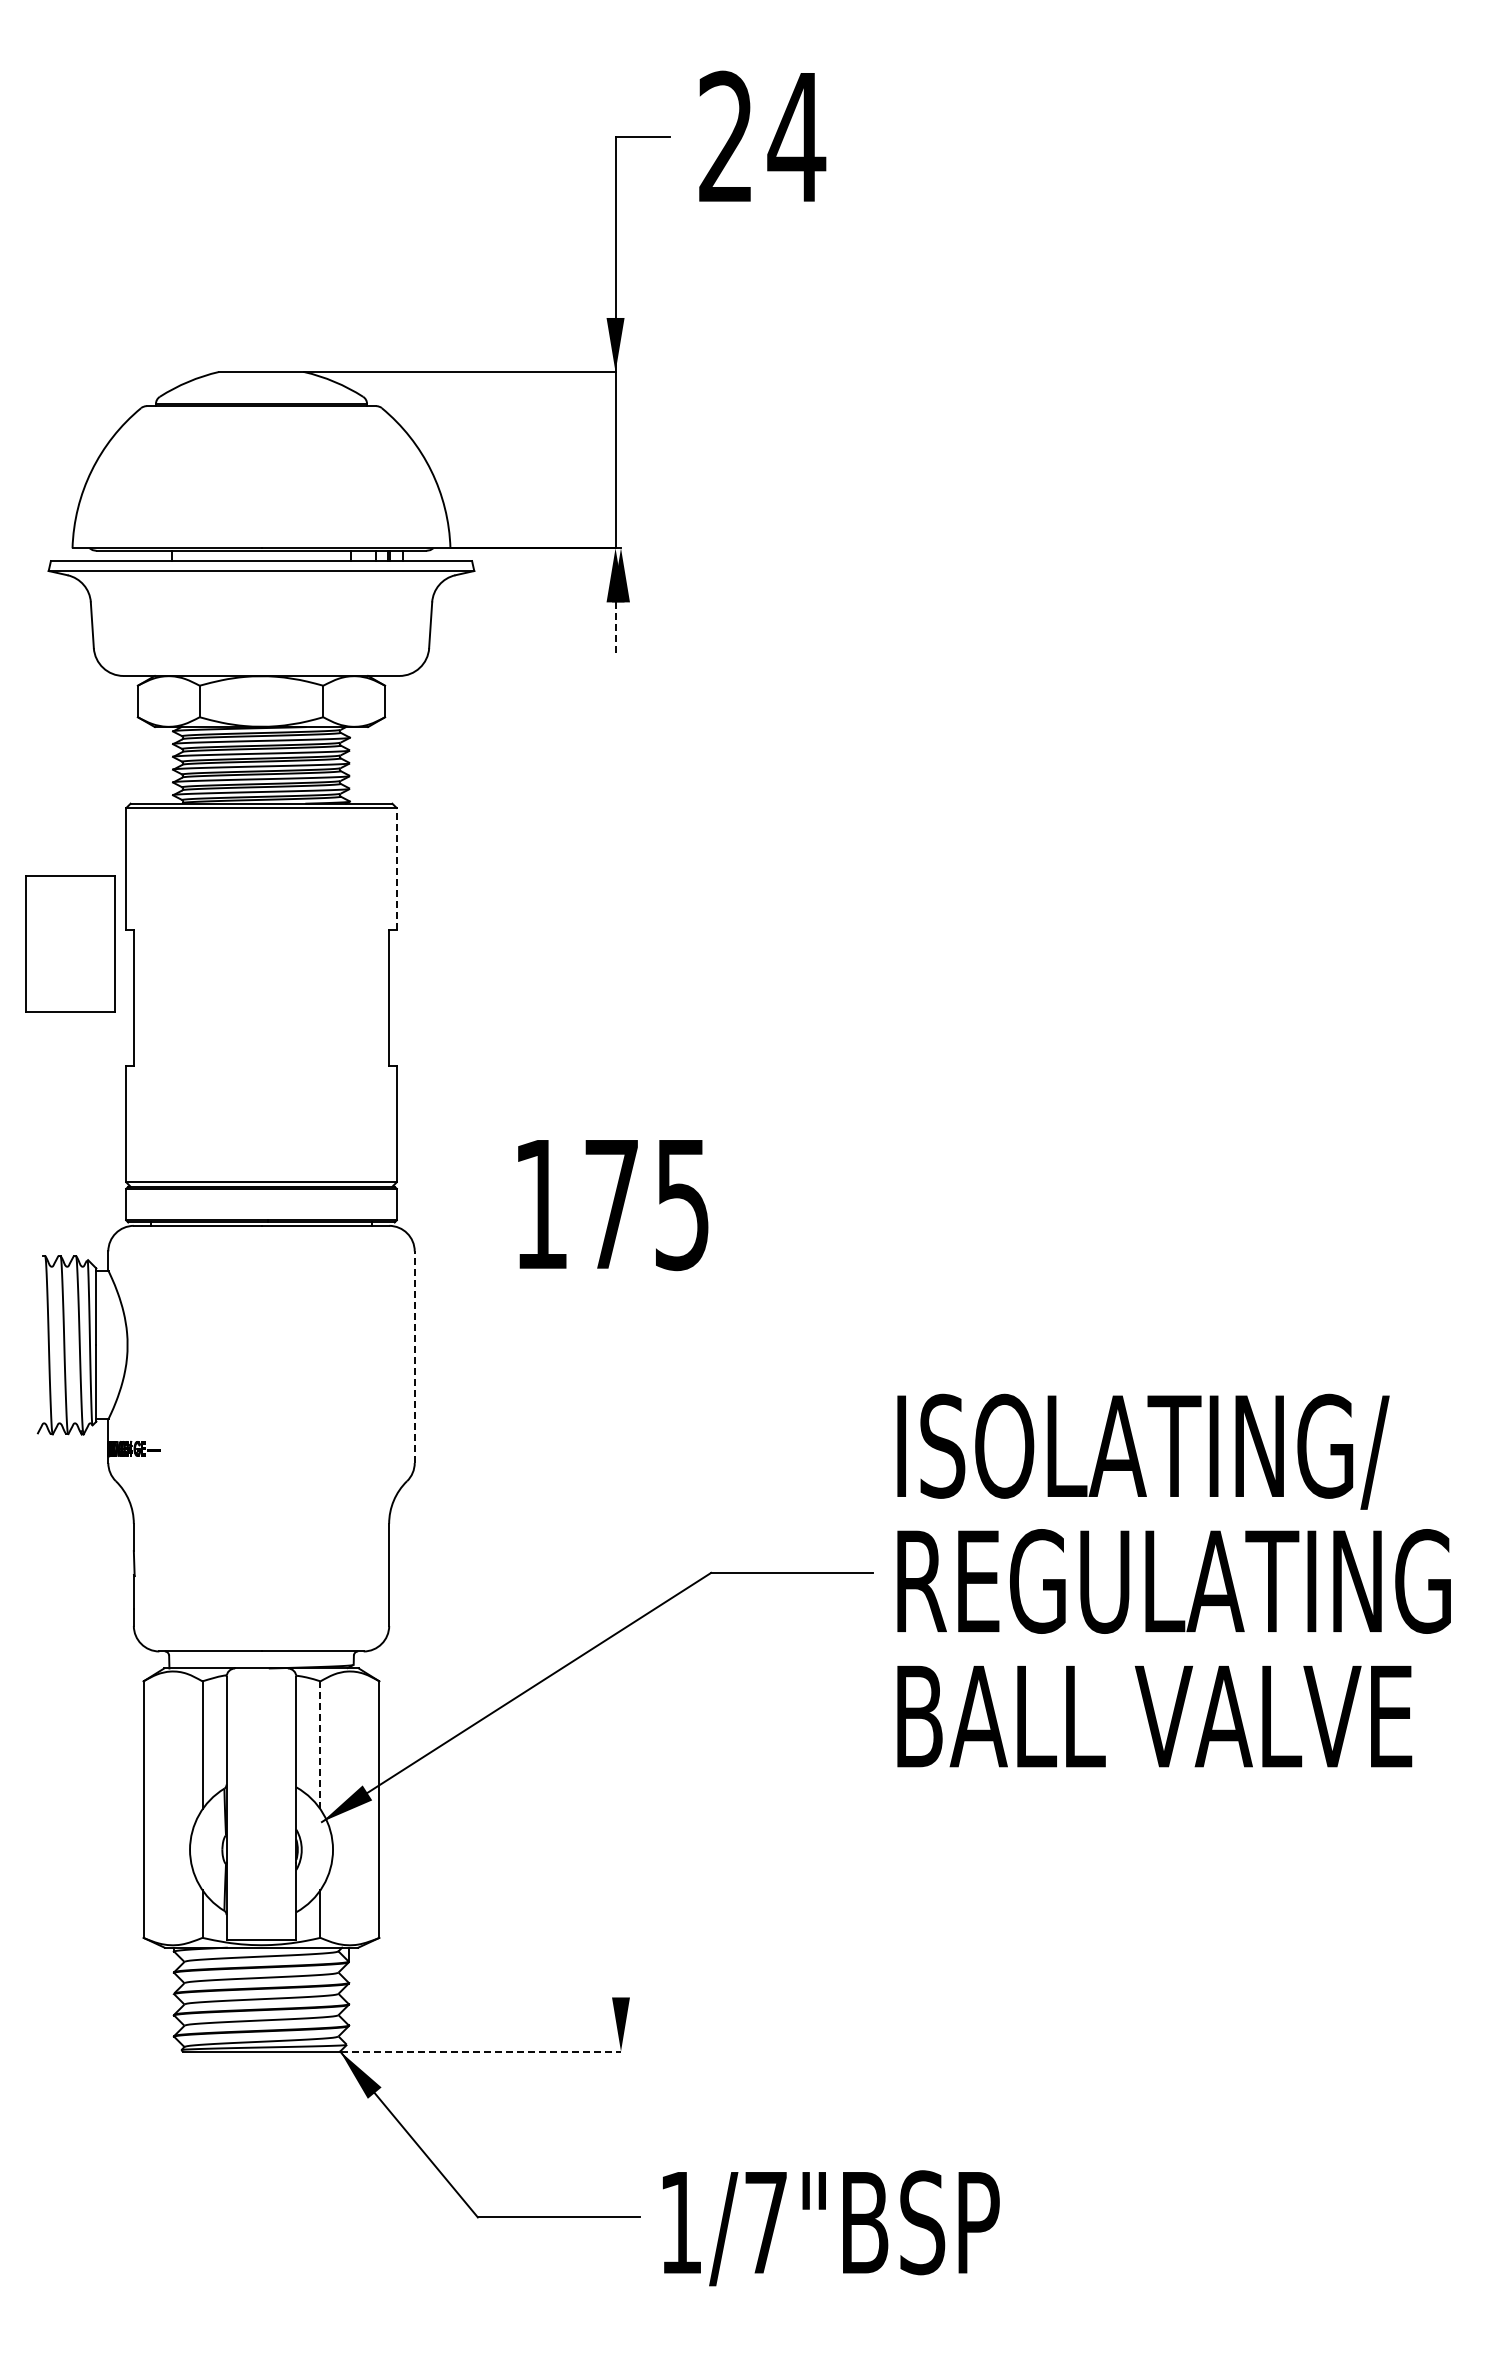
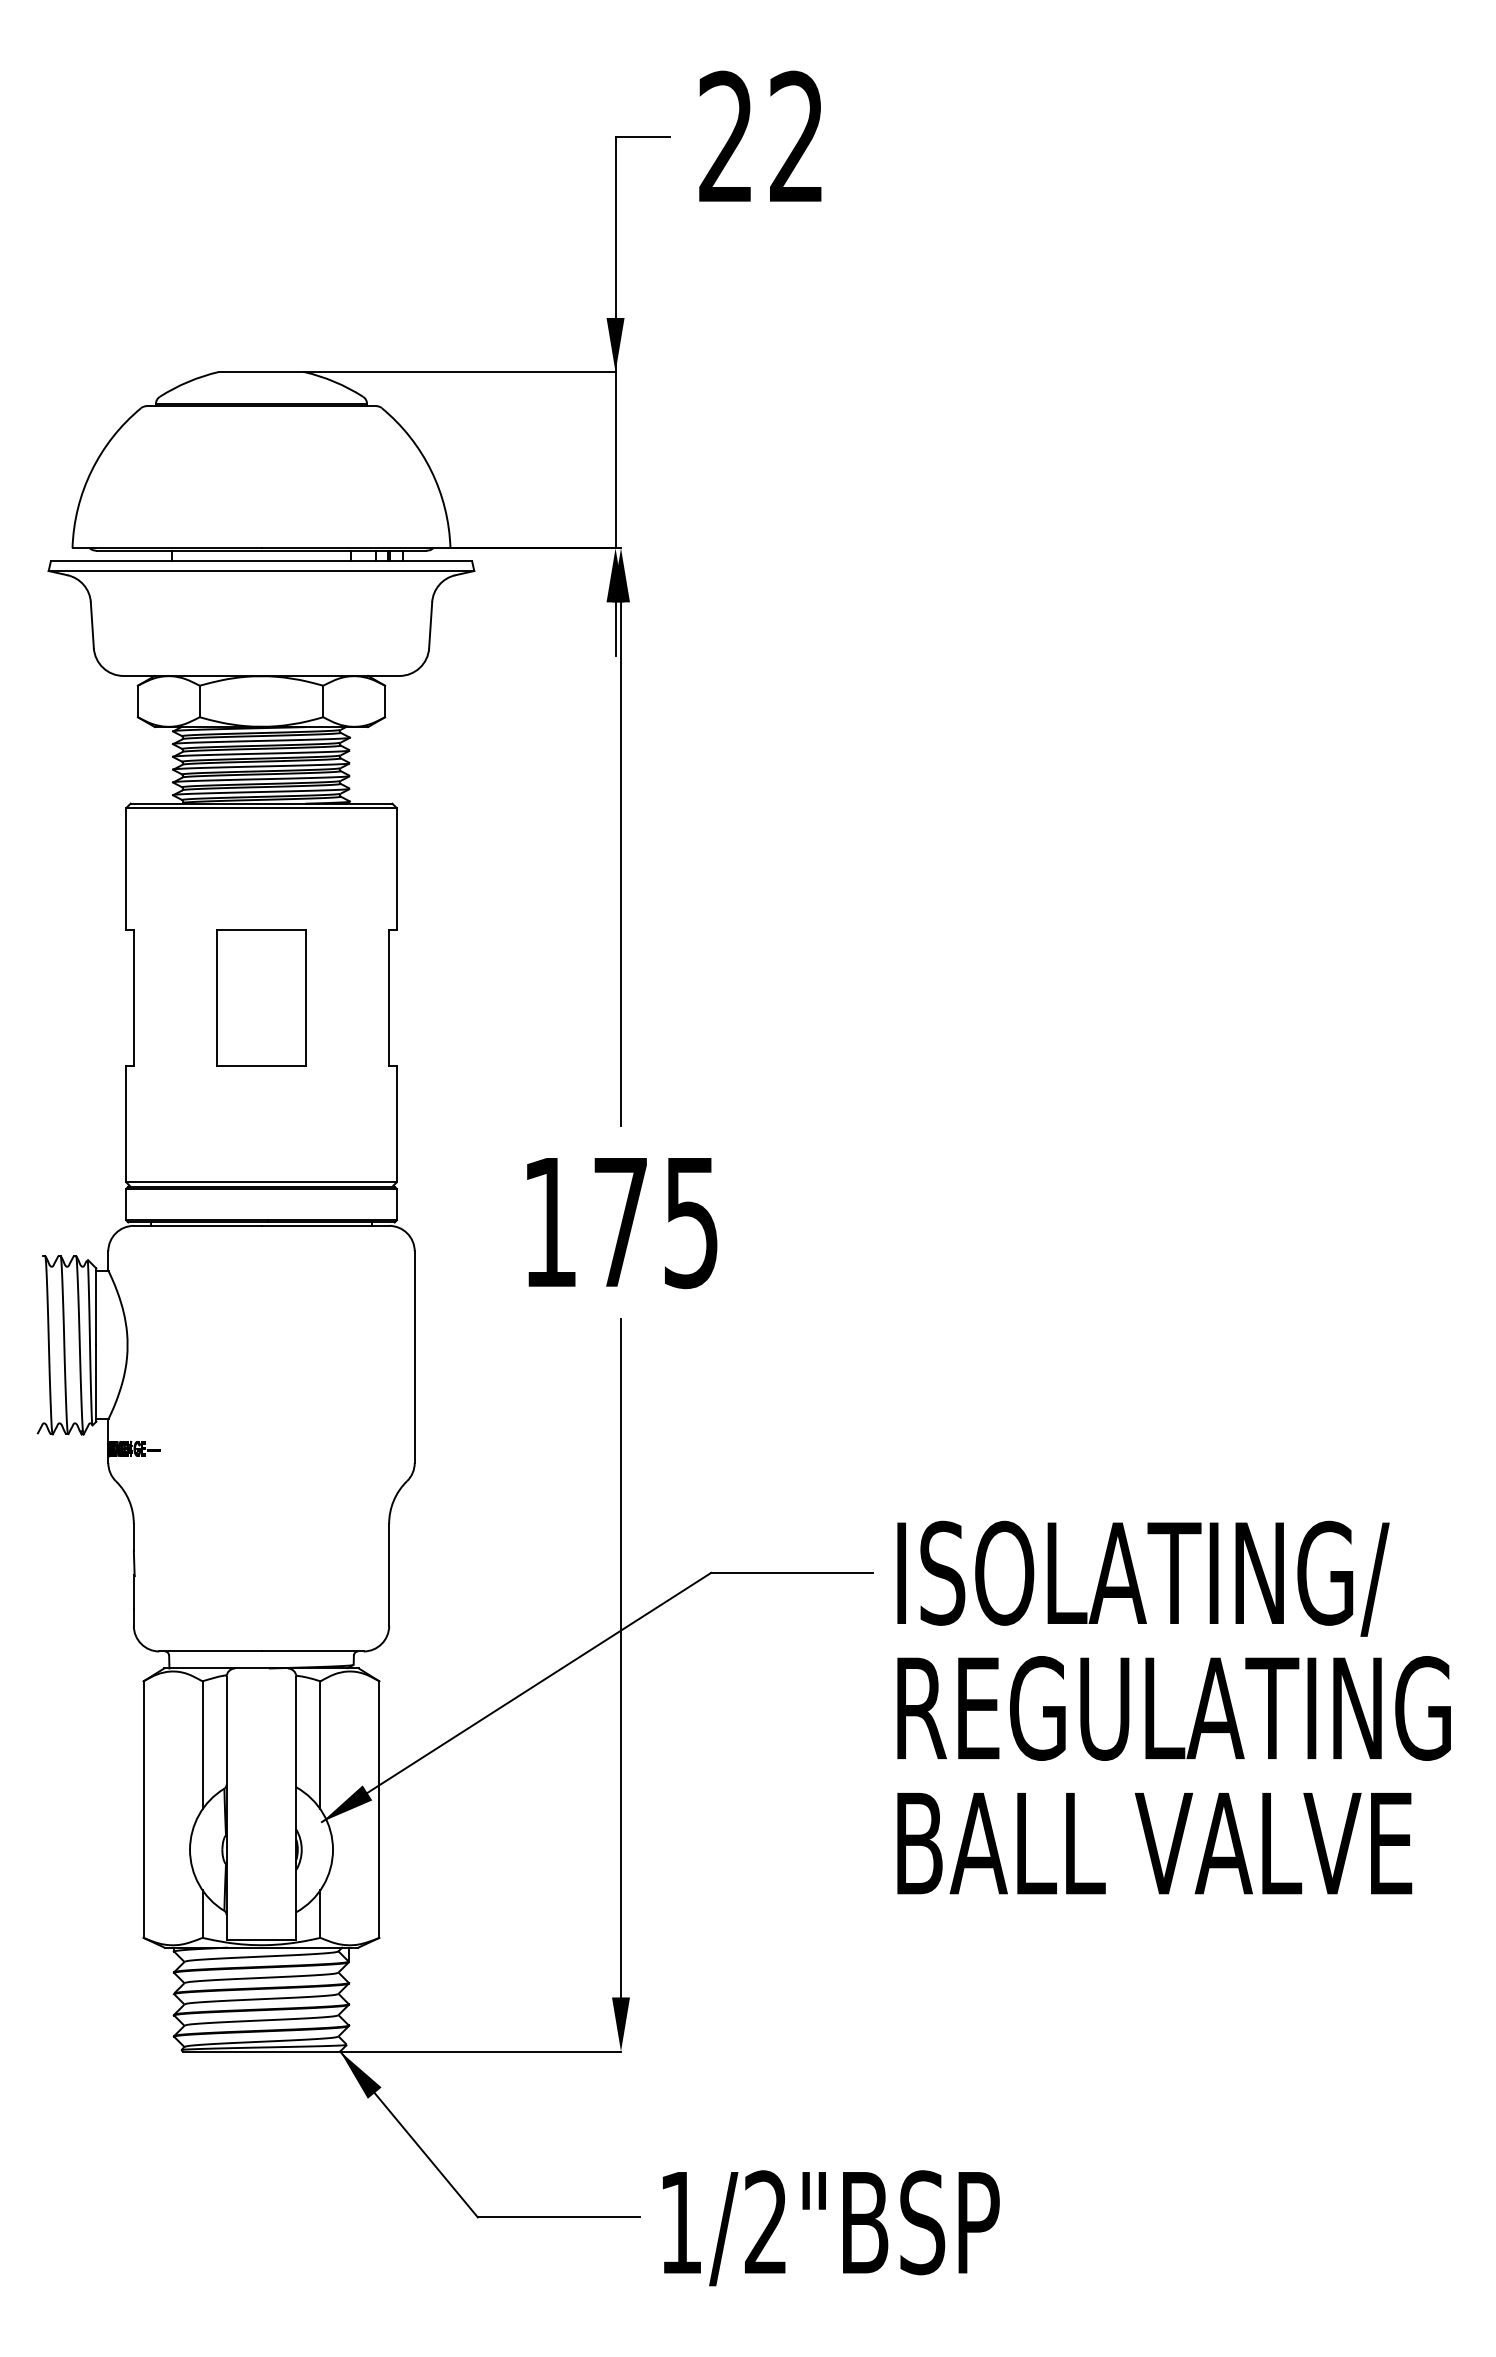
text at (796, 135): 24 -> 22
line at (615, 629): dashed -> solid
line at (621, 863): none -> present
line at (396, 868): dashed -> solid
part at (70, 943) position: (70, 943) -> (261, 997)
text at (613, 1205) position: (613, 1205) -> (622, 1223)
line at (414, 1357): dashed -> solid
text at (1173, 1580) position: (1173, 1580) -> (1173, 1707)
line at (621, 1657): none -> present
line at (320, 1745): dashed -> solid
line at (481, 2051): dashed -> solid
text at (765, 2221): 1/7"BSP -> 1/2"BSP
